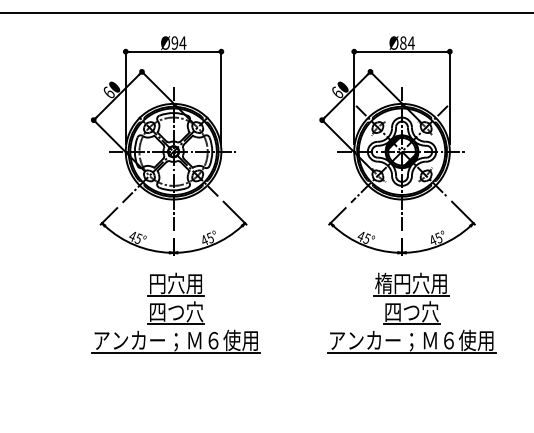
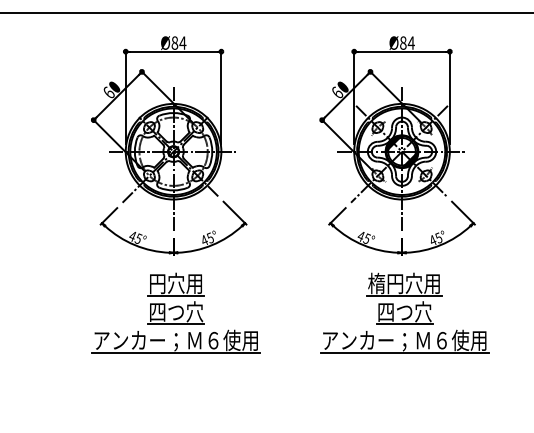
text at (174, 42): Ø94 -> Ø84
part at (411, 312) position: (411, 312) -> (404, 312)
